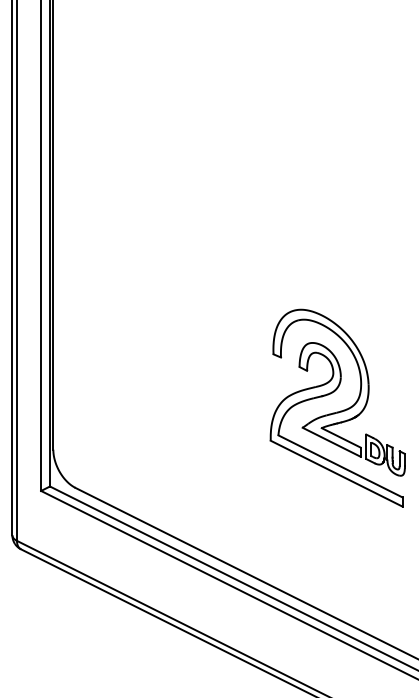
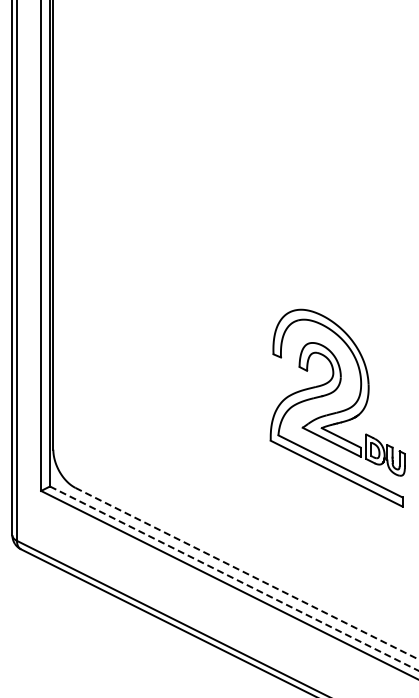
line at (247, 573): solid -> dashed
line at (234, 578): solid -> dashed
